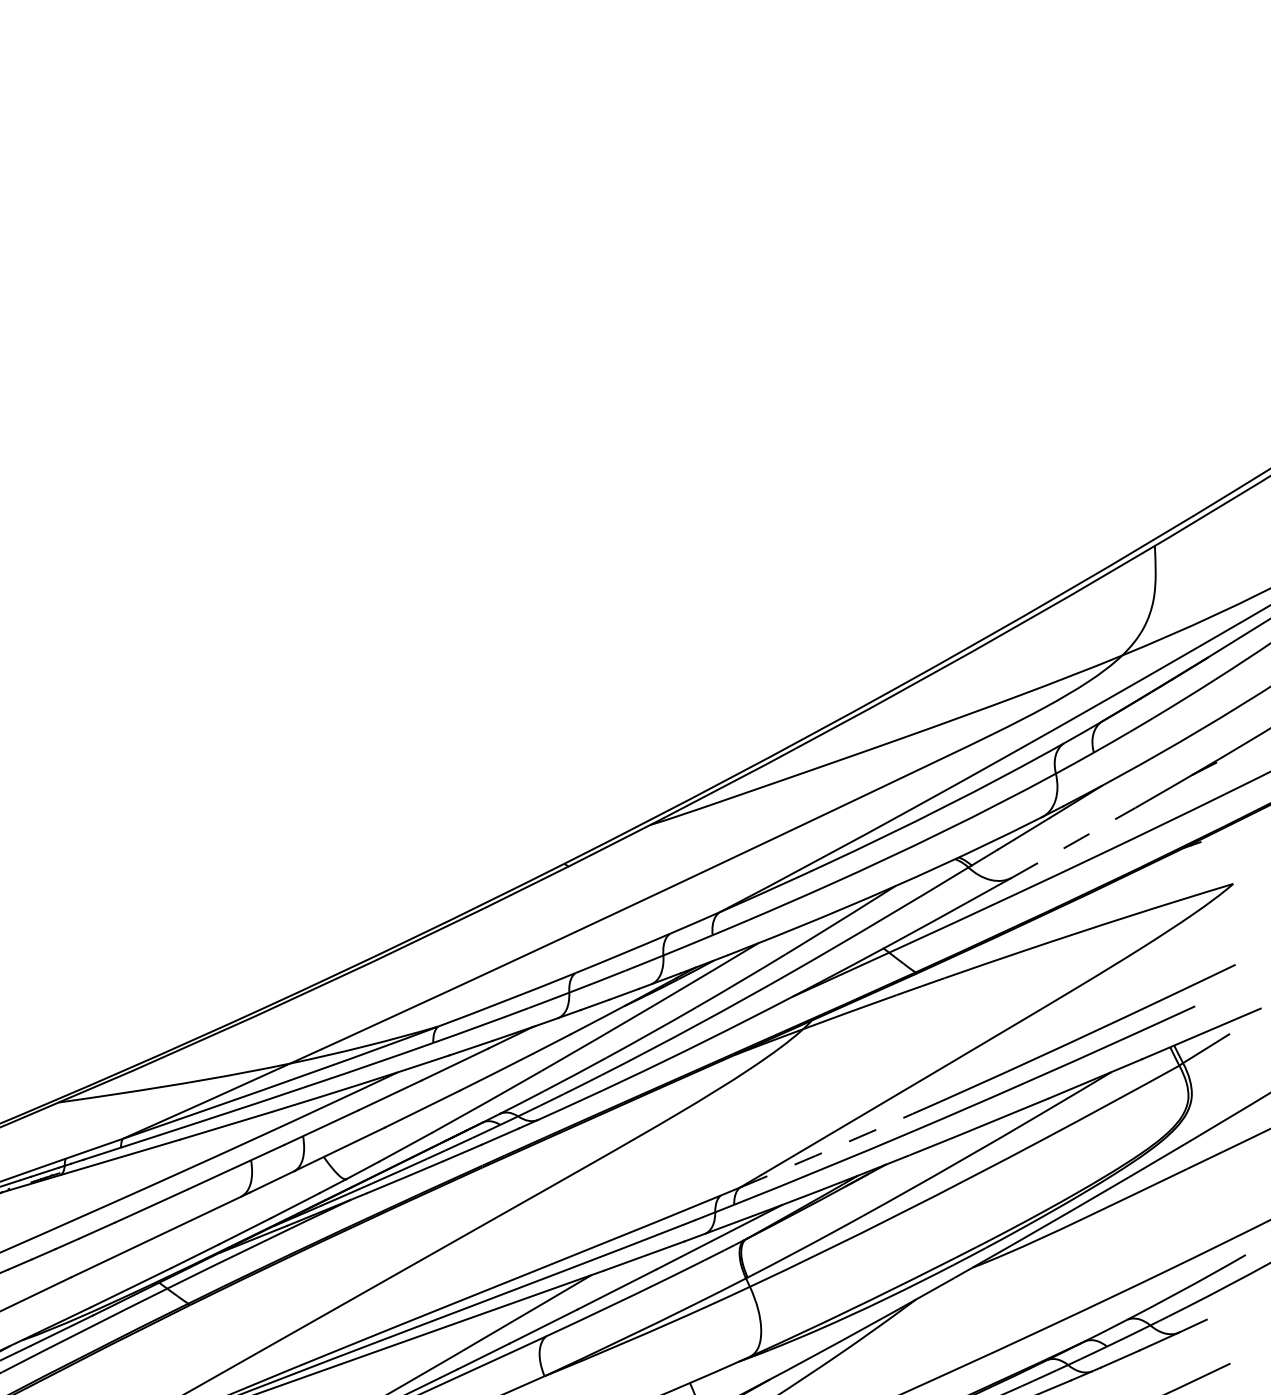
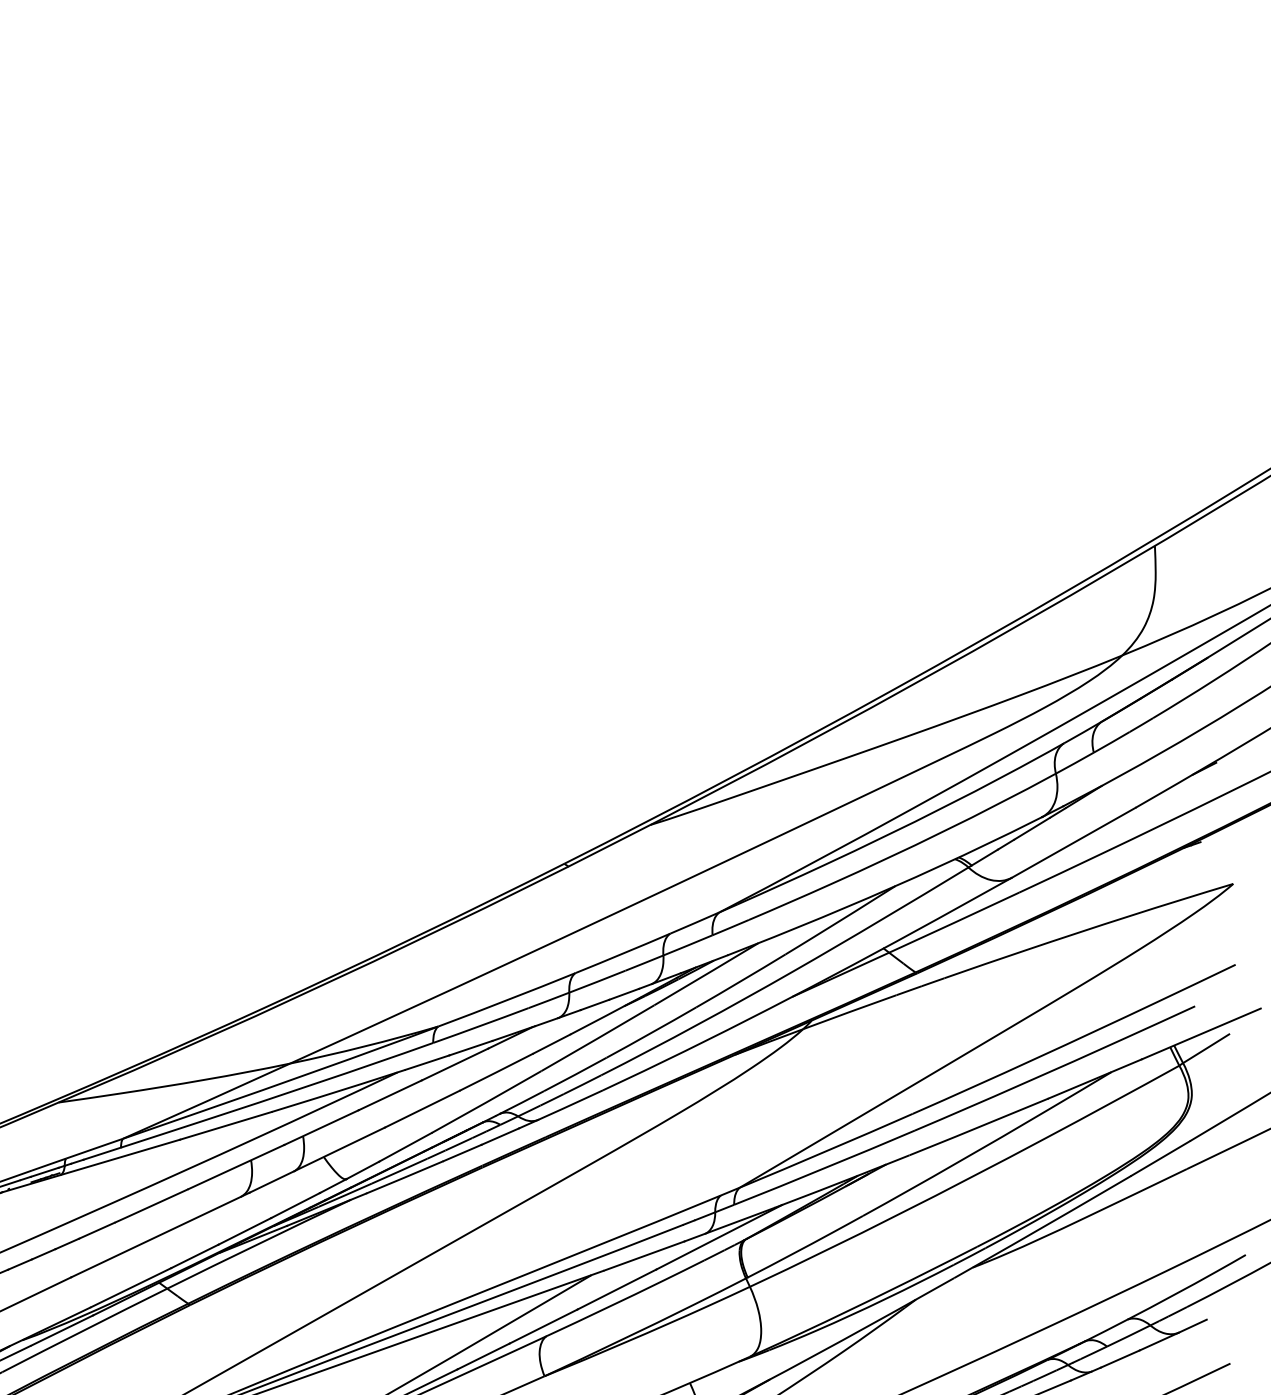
line at (1073, 842): dashed -> solid
arc at (826, 1151): dashed -> solid
